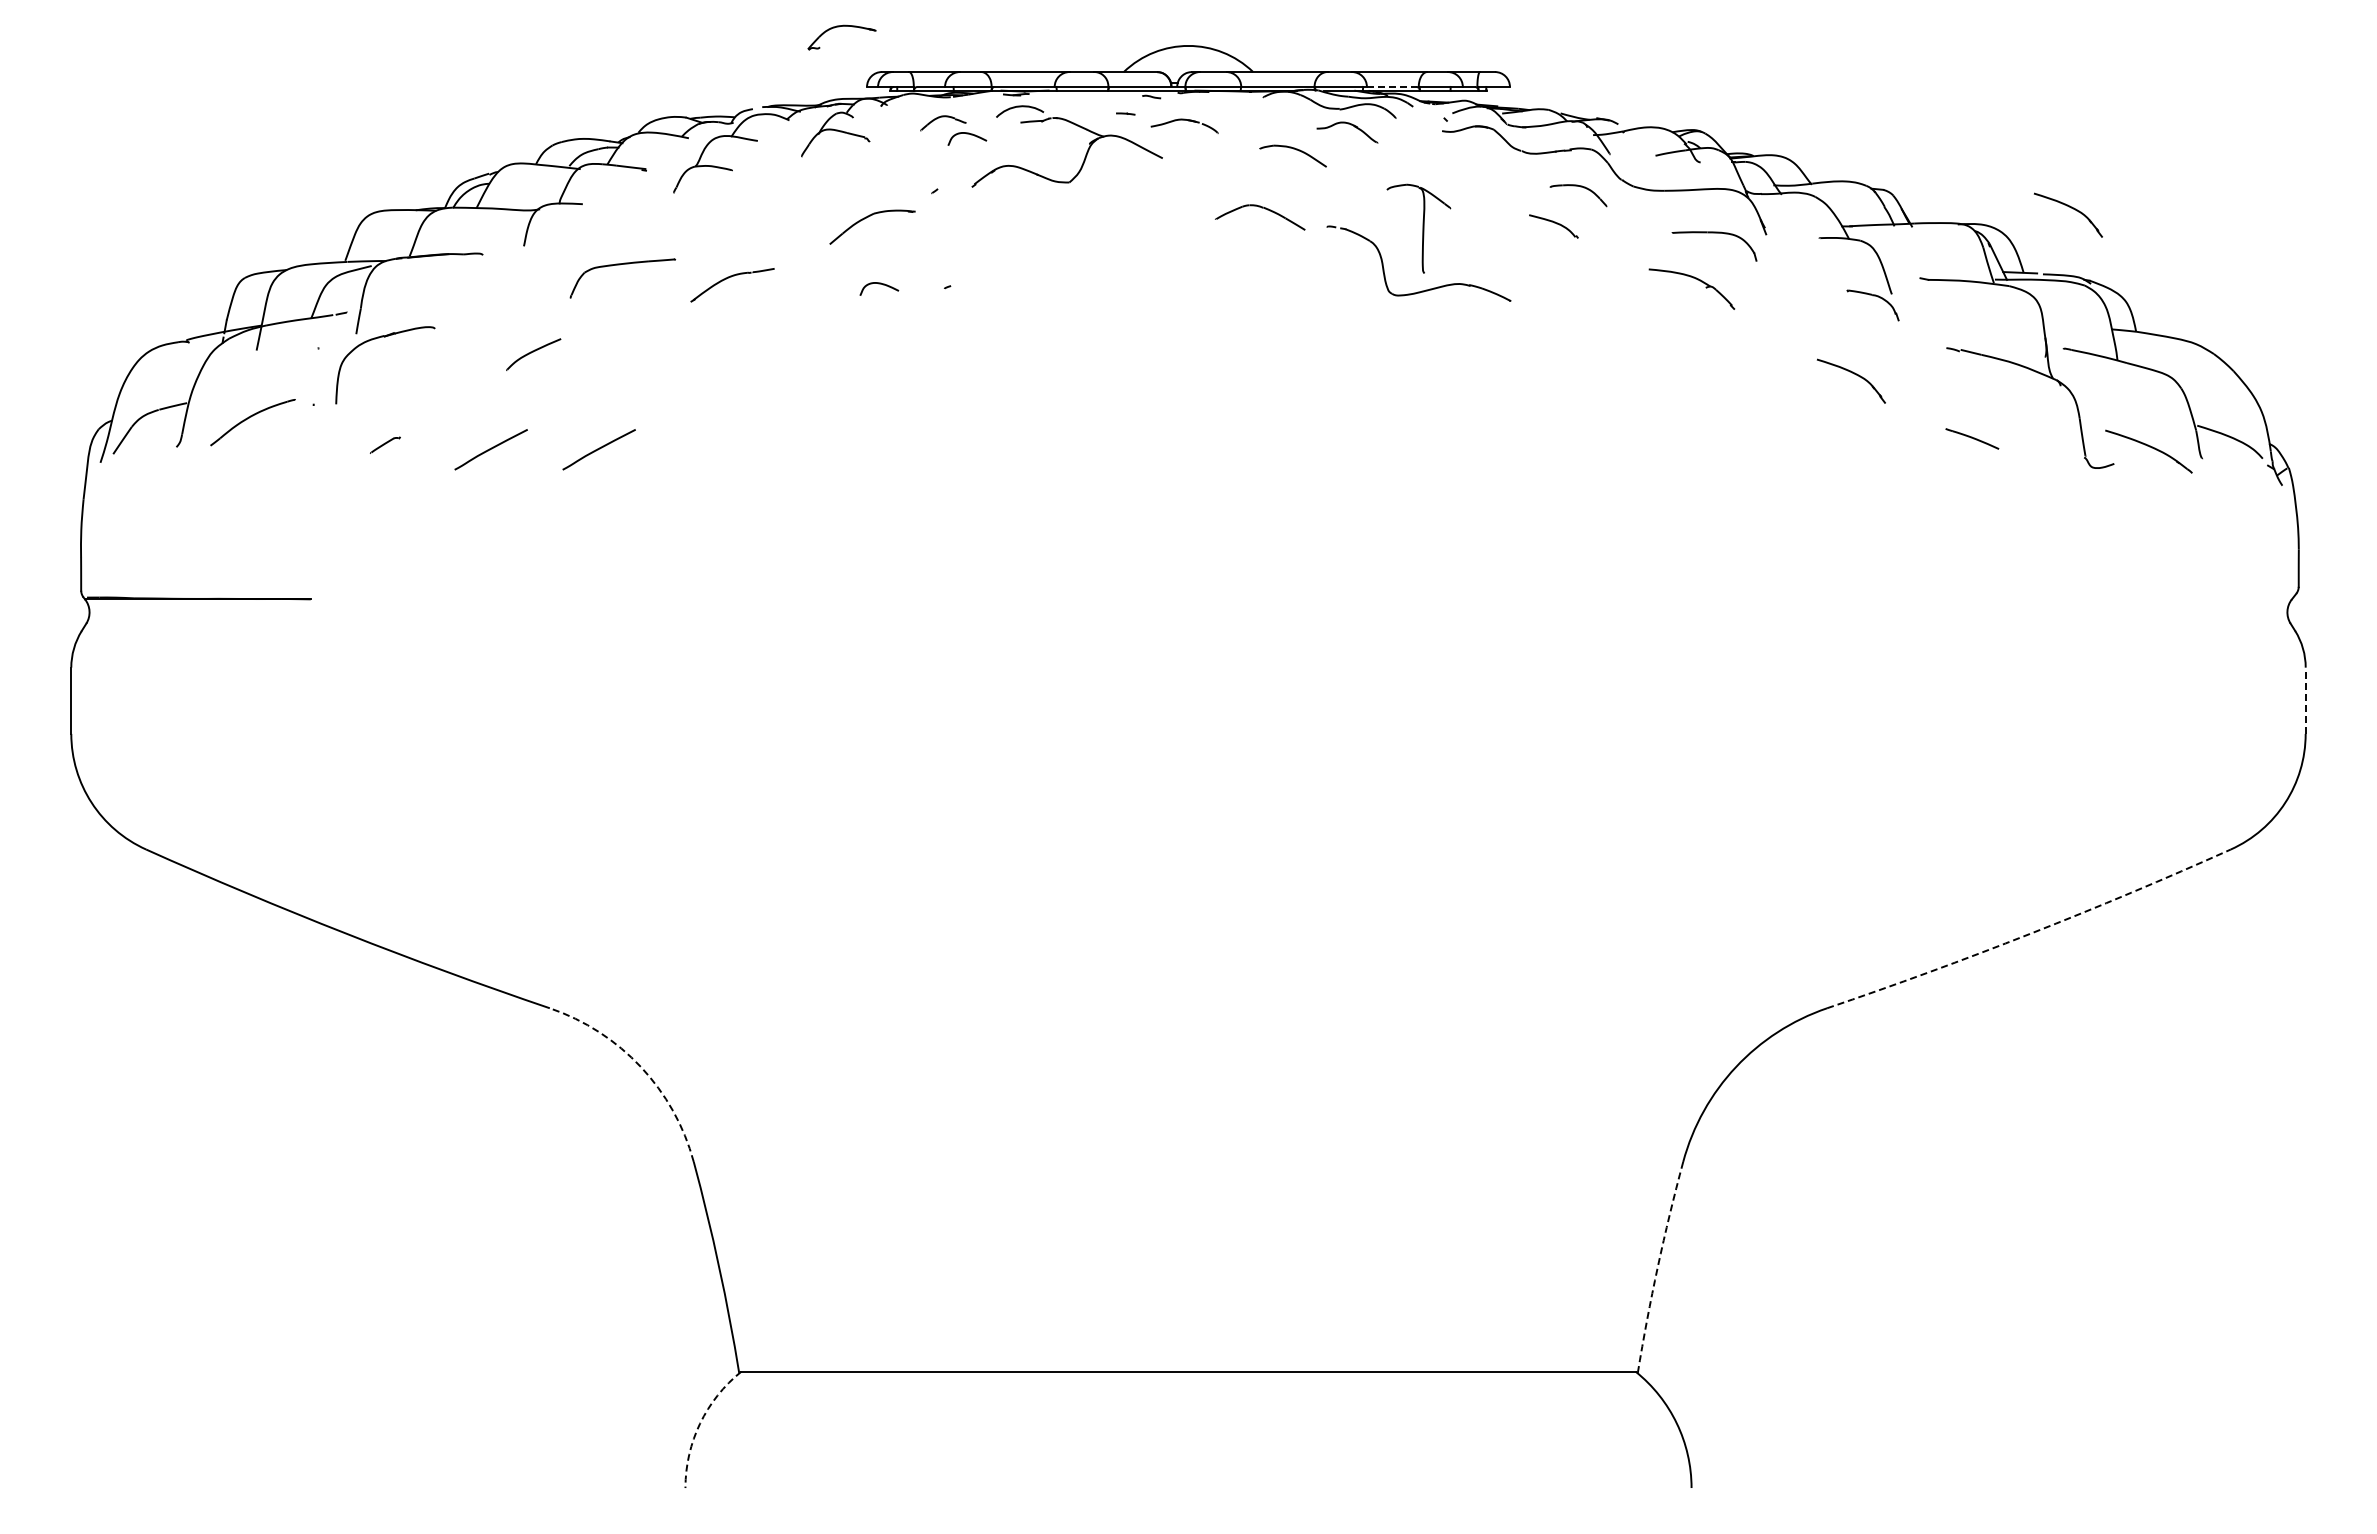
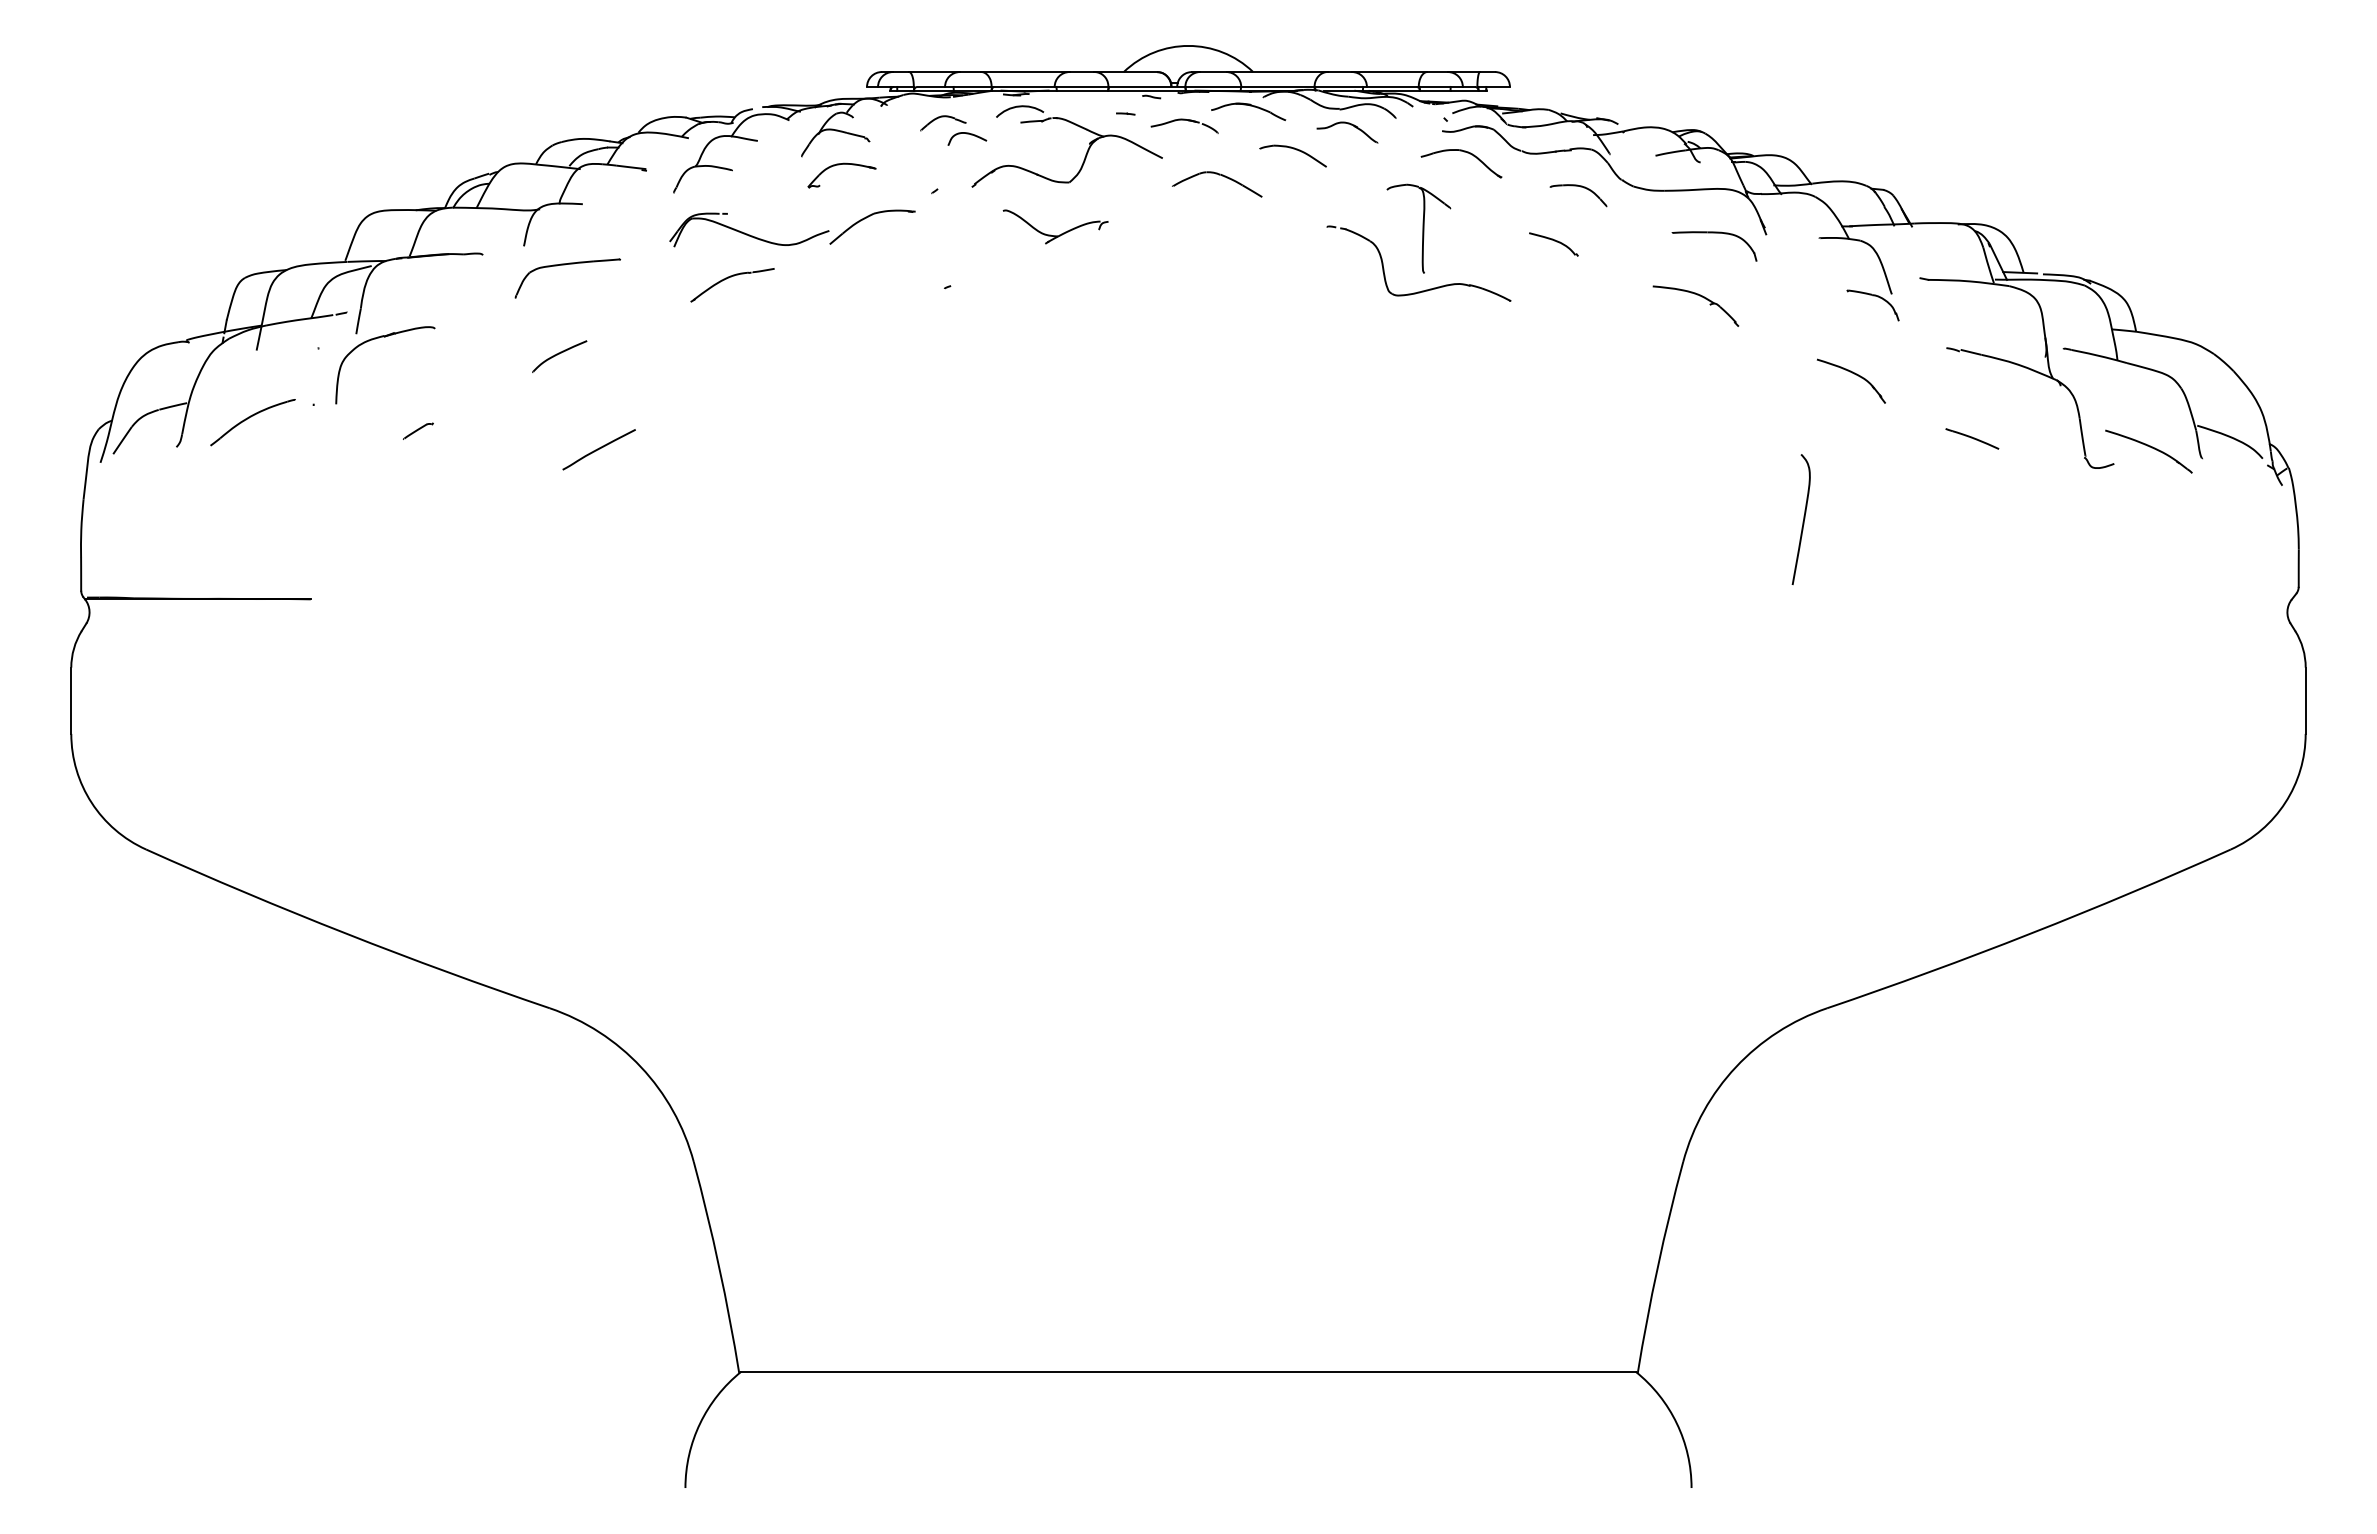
part at (839, 27) position: (839, 27) -> (839, 165)
line at (1391, 86): dashed -> solid
part at (1248, 111): none -> present
part at (1464, 152): none -> present
part at (1261, 208) position: (1261, 208) -> (1218, 175)
part at (2071, 208): present -> none
part at (1553, 226) position: (1553, 226) -> (1553, 244)
part at (749, 229): none -> present
part at (1059, 234): none -> present
part at (620, 265) position: (620, 265) -> (565, 265)
part at (1695, 279) position: (1695, 279) -> (1699, 296)
curve at (879, 284): present -> none
curve at (533, 352) position: (533, 352) -> (559, 354)
part at (385, 444) position: (385, 444) -> (418, 430)
curve at (490, 449): present -> none
curve at (1802, 521): none -> present
line at (2305, 700): dashed -> solid
arc at (2030, 933): dashed -> solid
arc at (641, 1067): dashed -> solid
arc at (1657, 1267): dashed -> solid
arc at (700, 1423): dashed -> solid
